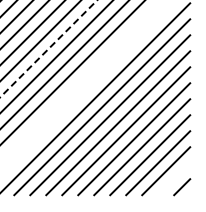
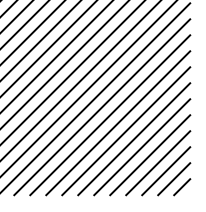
line at (49, 48): dashed -> solid
line at (80, 80): none -> present
line at (88, 88): none -> present
line at (174, 179): none -> present
